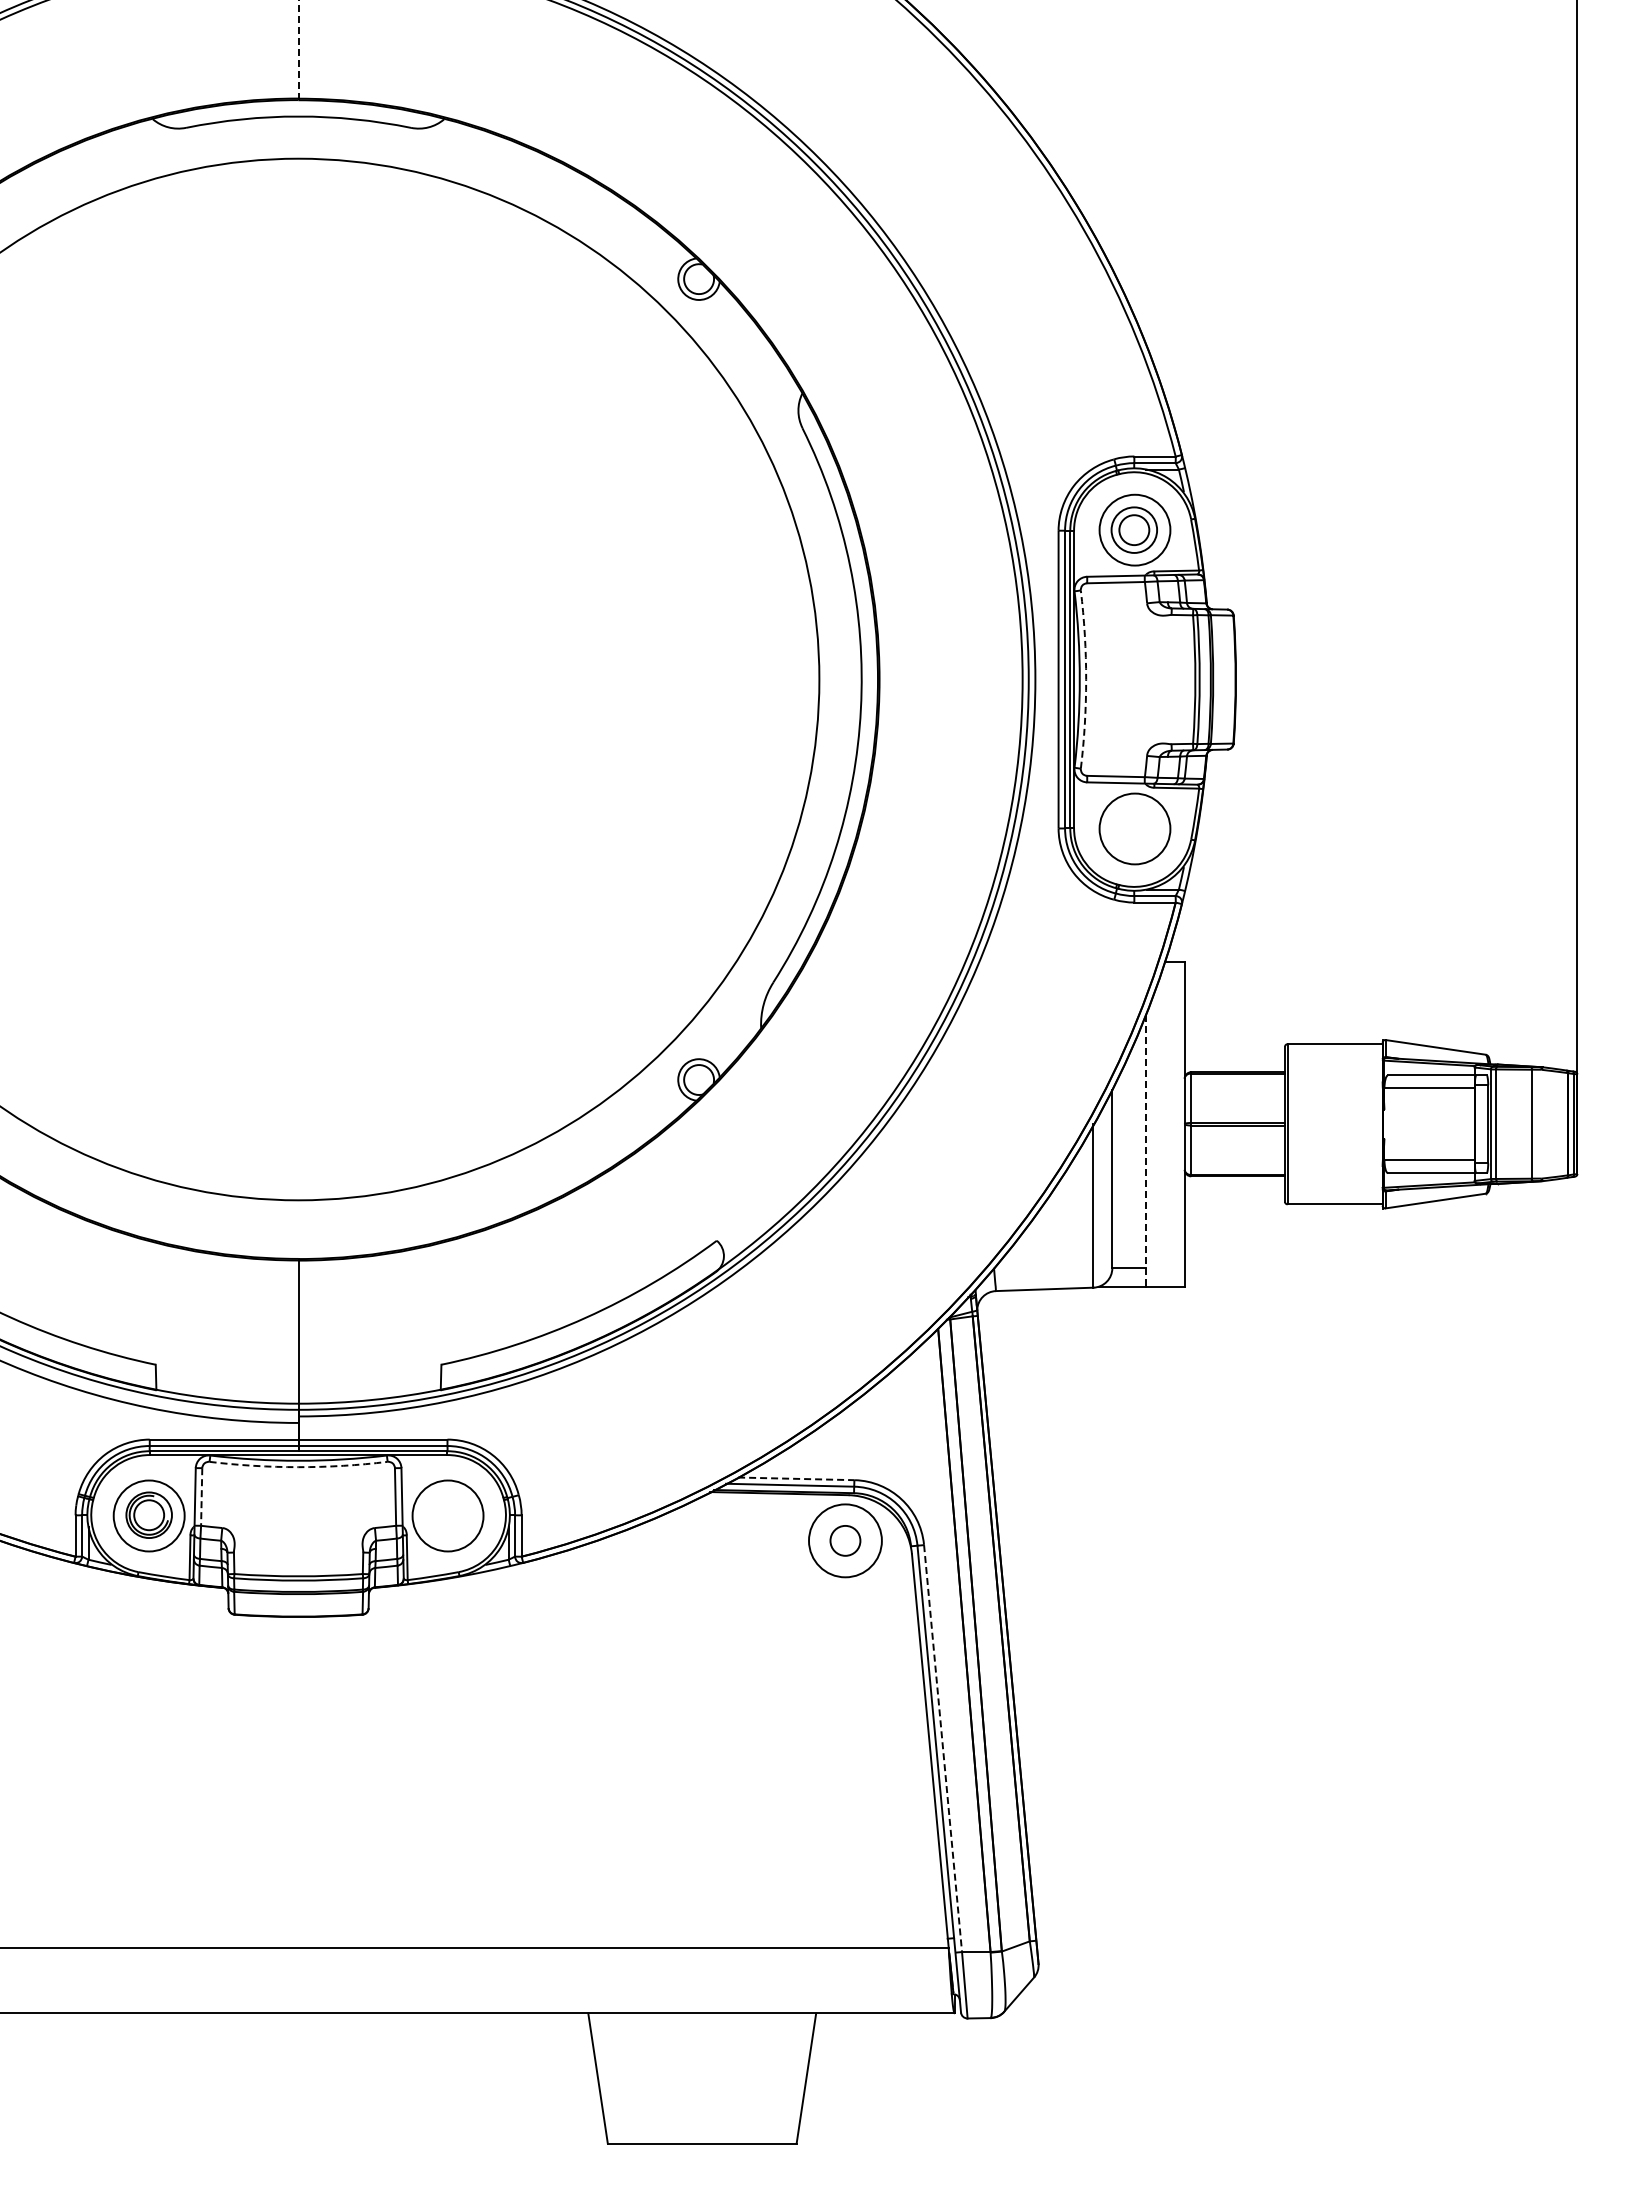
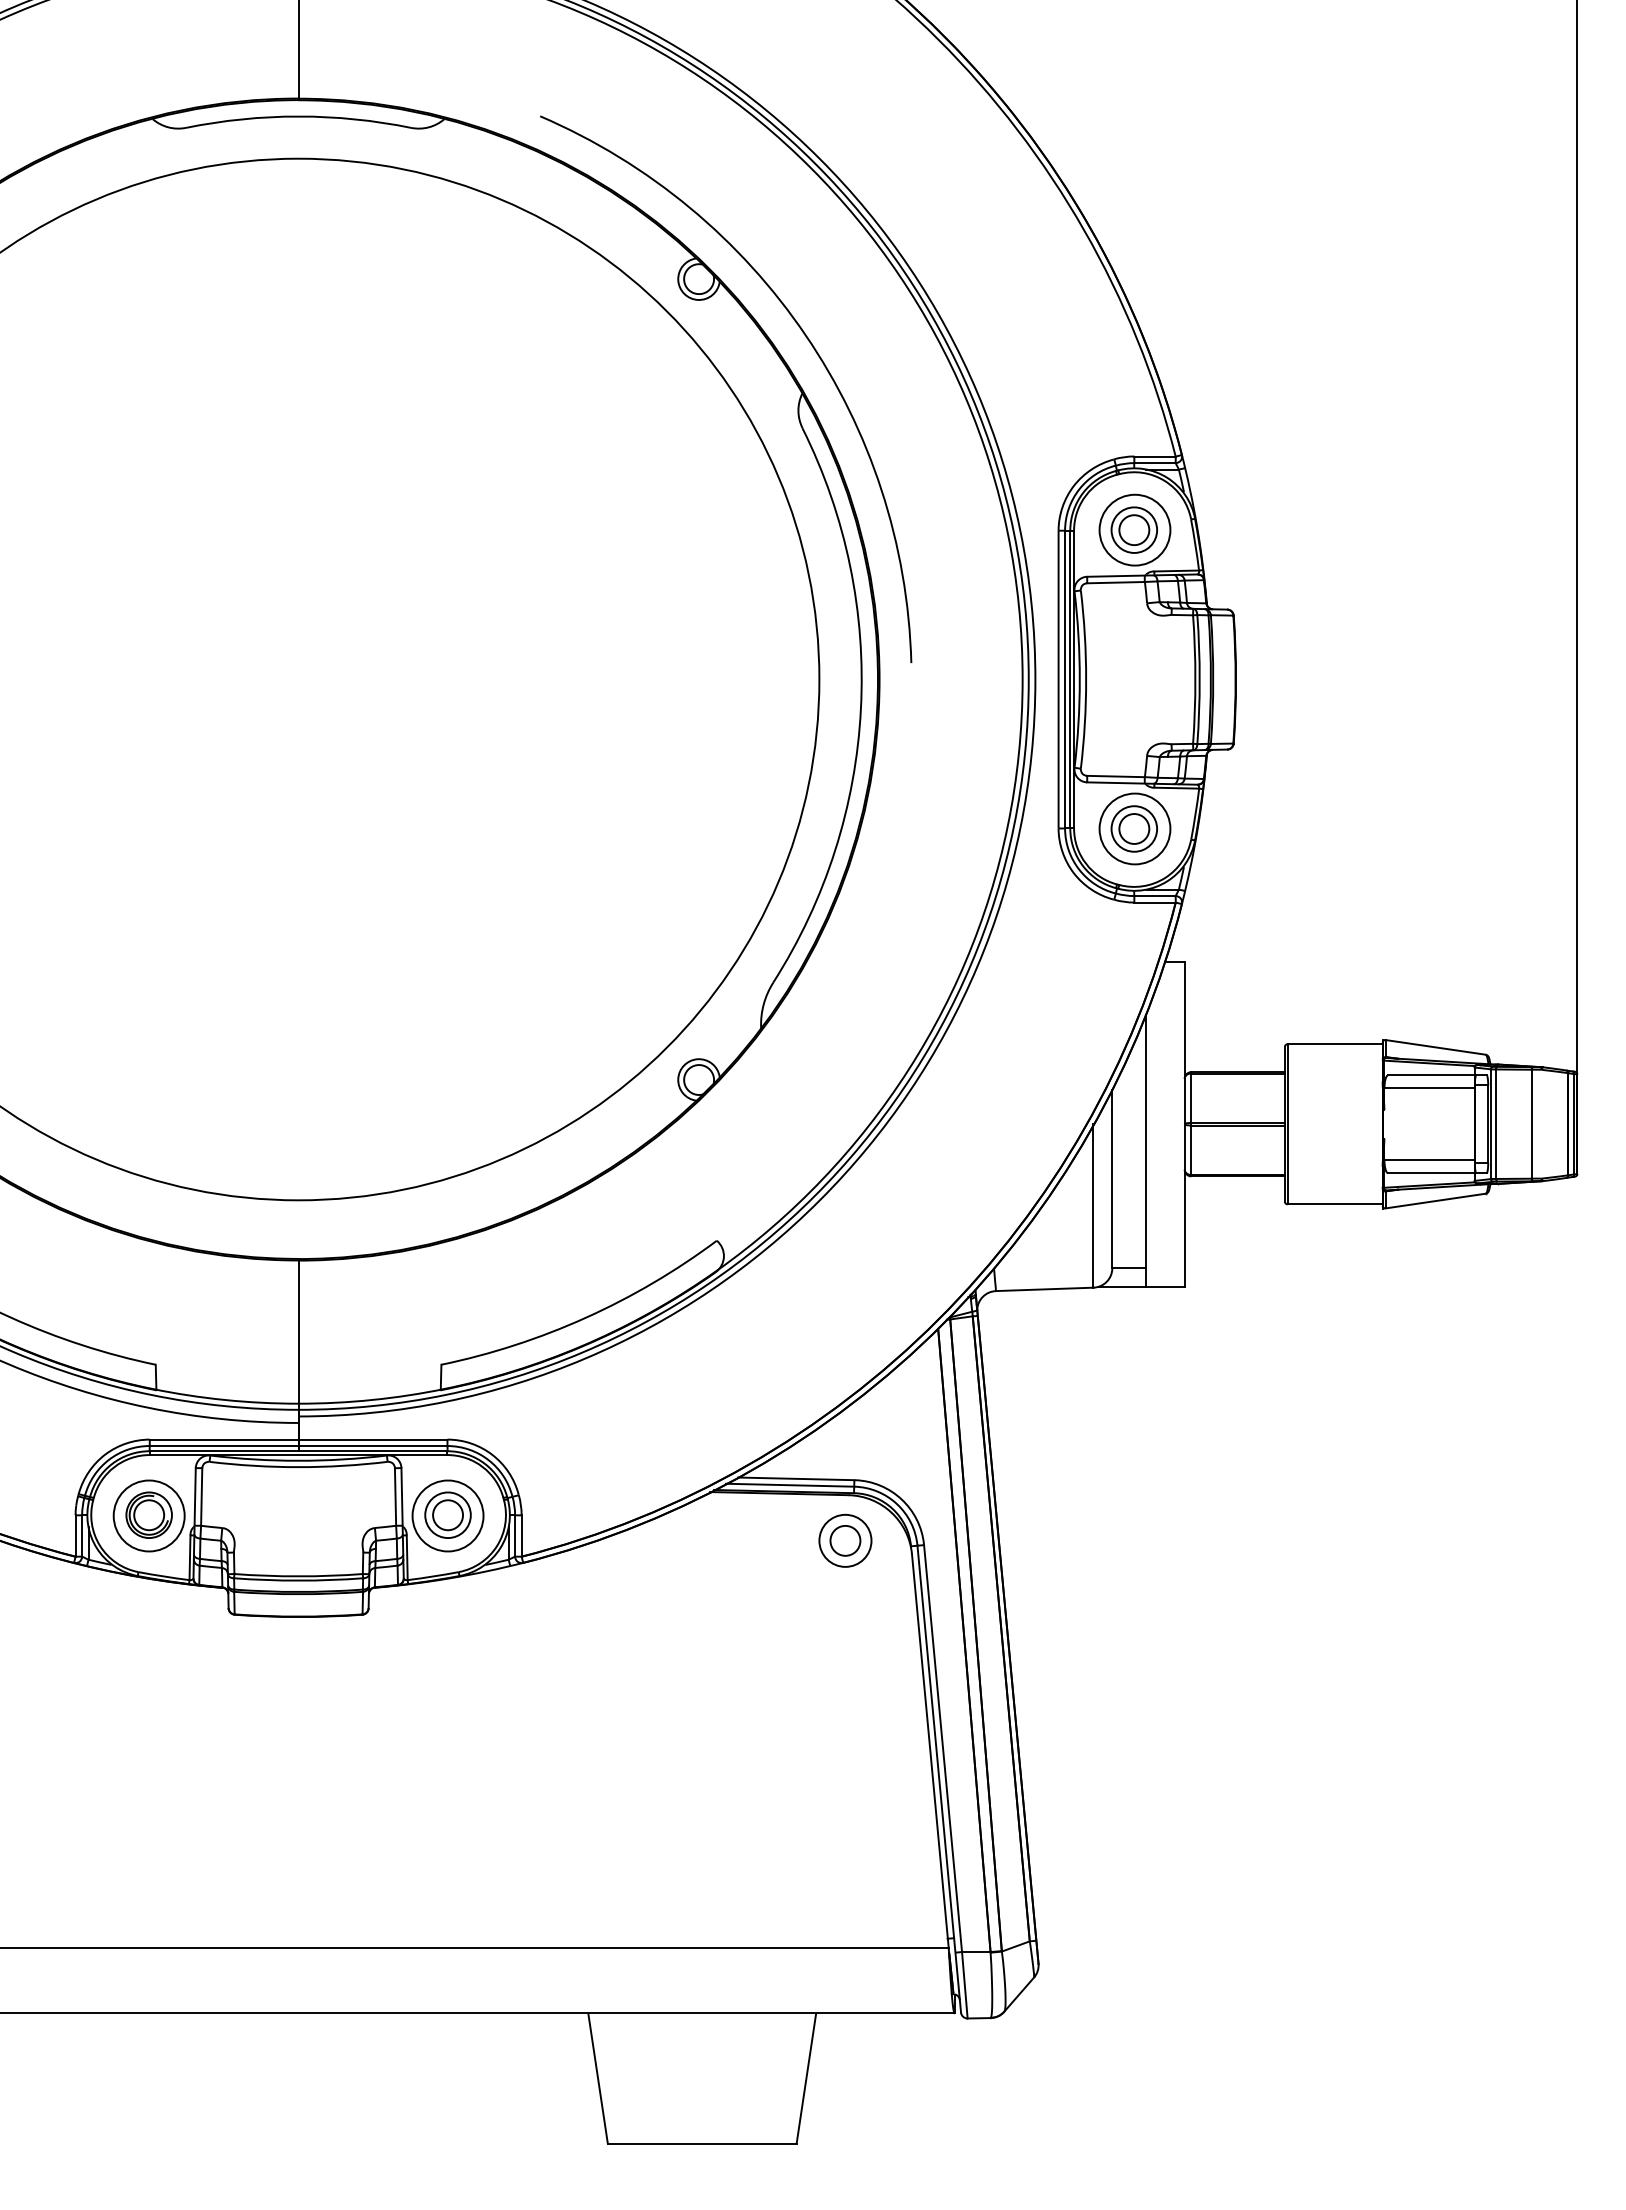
line at (298, 50): dashed -> solid
arc at (801, 331): none -> present
arc at (1086, 679): dashed -> solid
part at (1133, 828): none -> present
line at (1145, 1151): dashed -> solid
arc at (298, 1467): dashed -> solid
line at (796, 1478): dashed -> solid
line at (201, 1497): dashed -> solid
part at (447, 1514): none -> present
circle at (845, 1540) diameter: 73 px -> 52 px
line at (943, 1749): dashed -> solid
